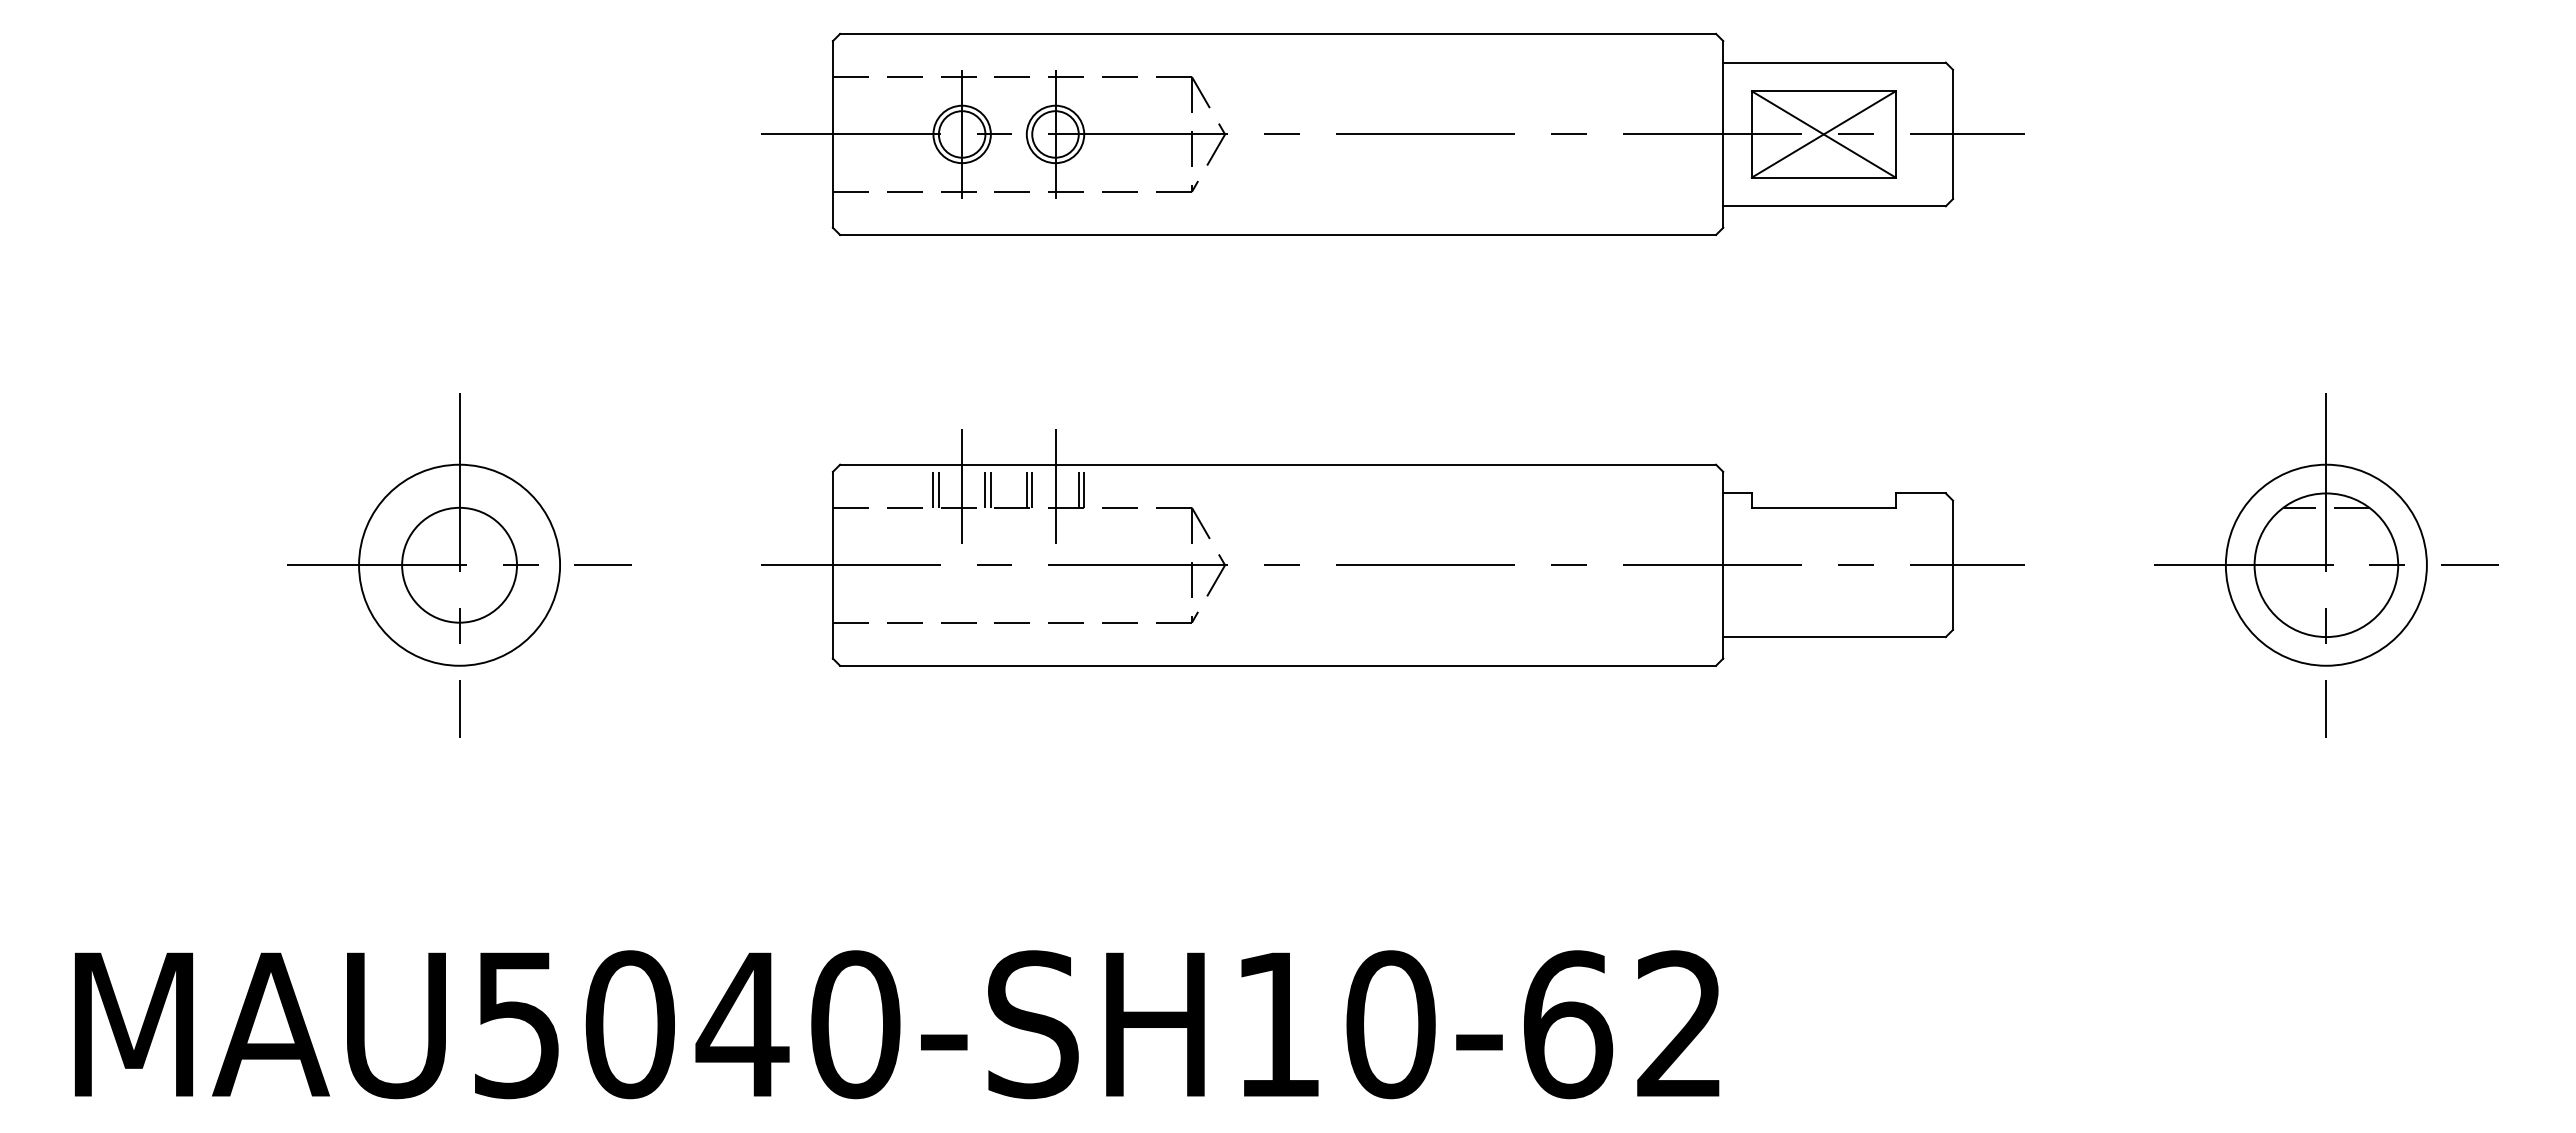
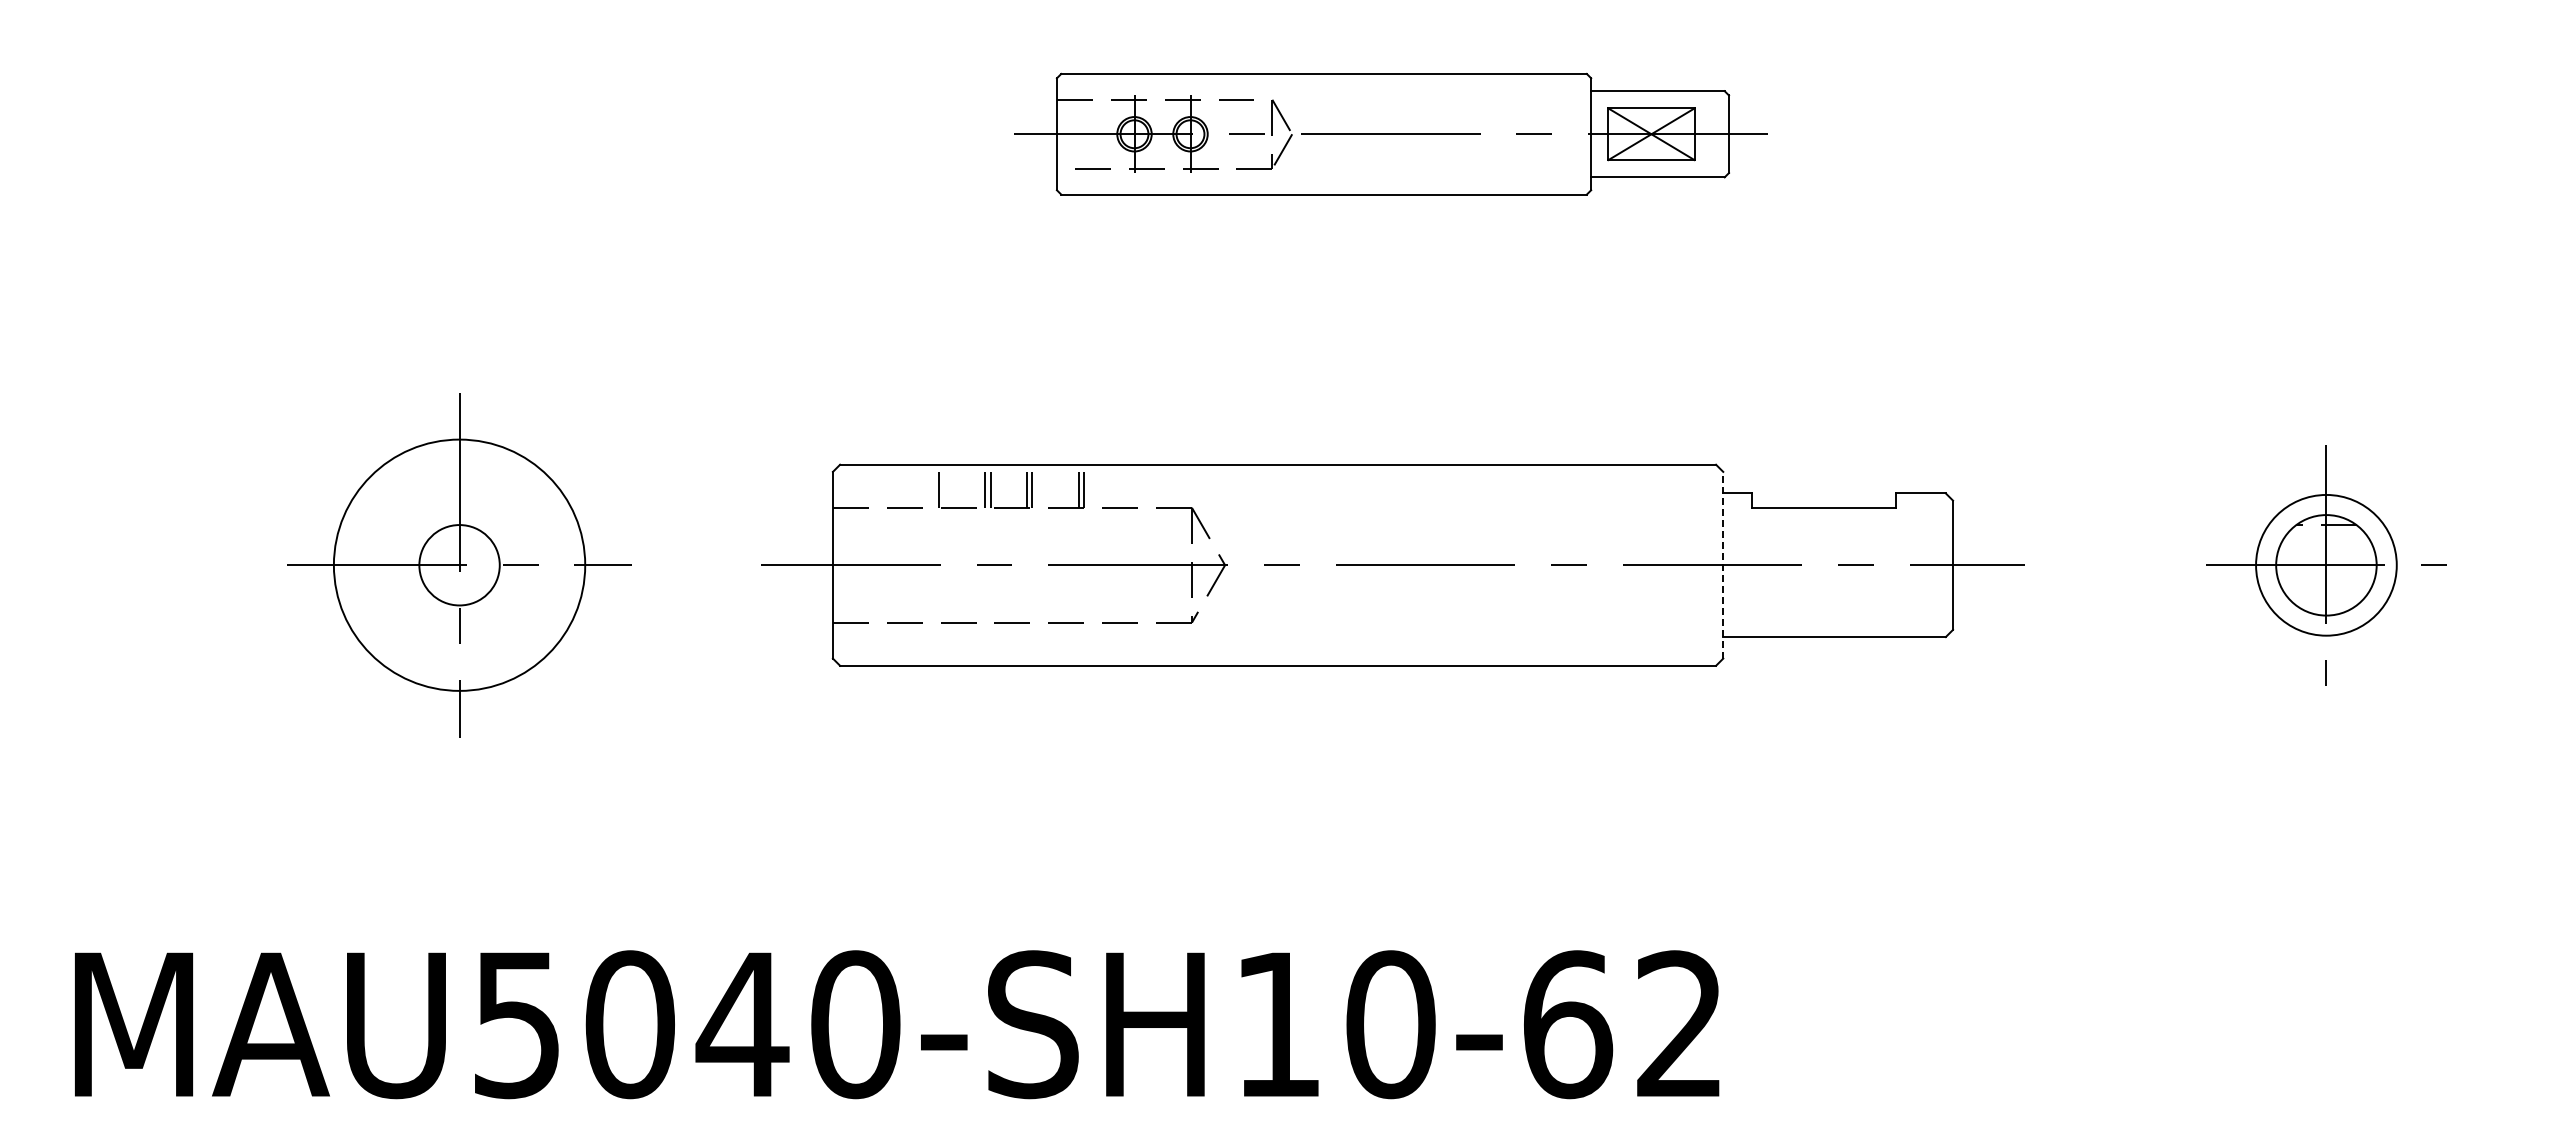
part at (1392, 133) size: 1264x204 px -> 754x124 px
line at (933, 485): present -> none
line at (962, 485): present -> none
line at (1055, 485): present -> none
circle at (459, 564) diameter: 115 px -> 80 px
circle at (459, 564) diameter: 201 px -> 251 px
line at (1723, 564): solid -> dashed
part at (2326, 565) size: 345x345 px -> 241x241 px
